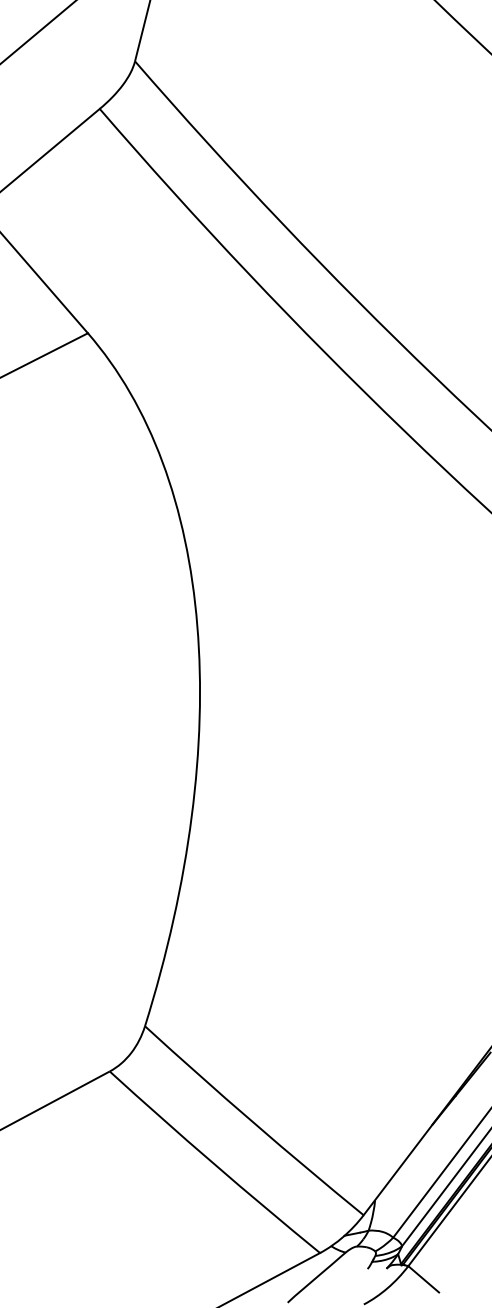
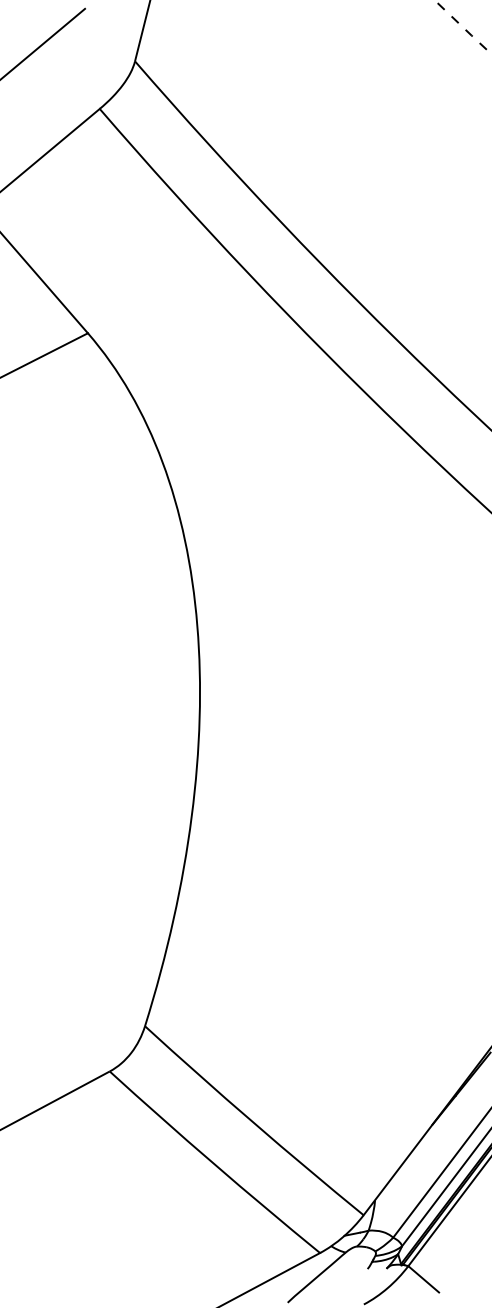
arc at (463, 27): solid -> dashed
line at (37, 32) position: (37, 32) -> (43, 43)
